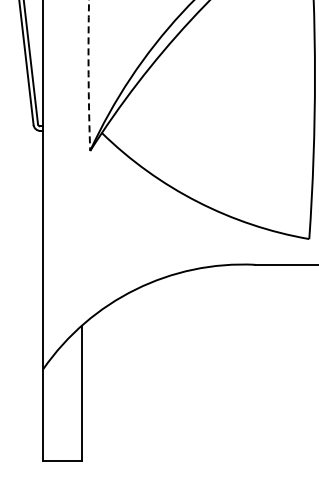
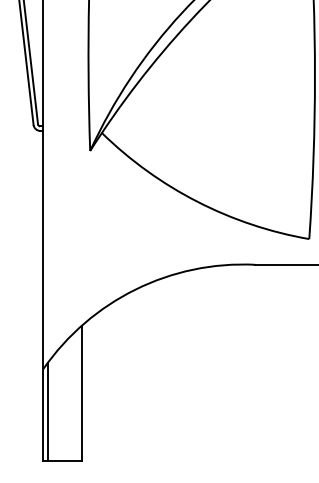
arc at (88, 75): dashed -> solid
line at (47, 411): none -> present
